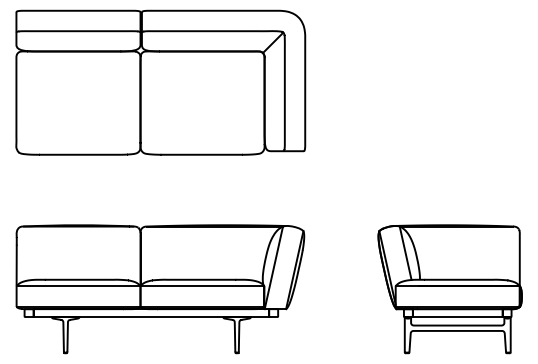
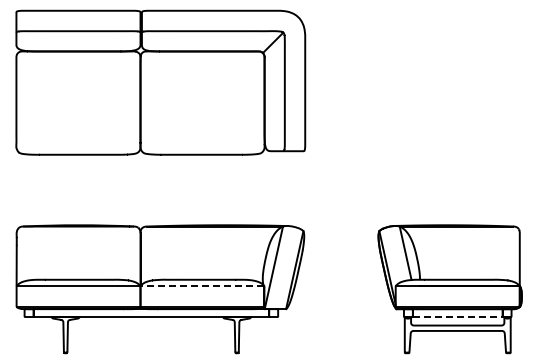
line at (202, 286): solid -> dashed
line at (457, 316): solid -> dashed
